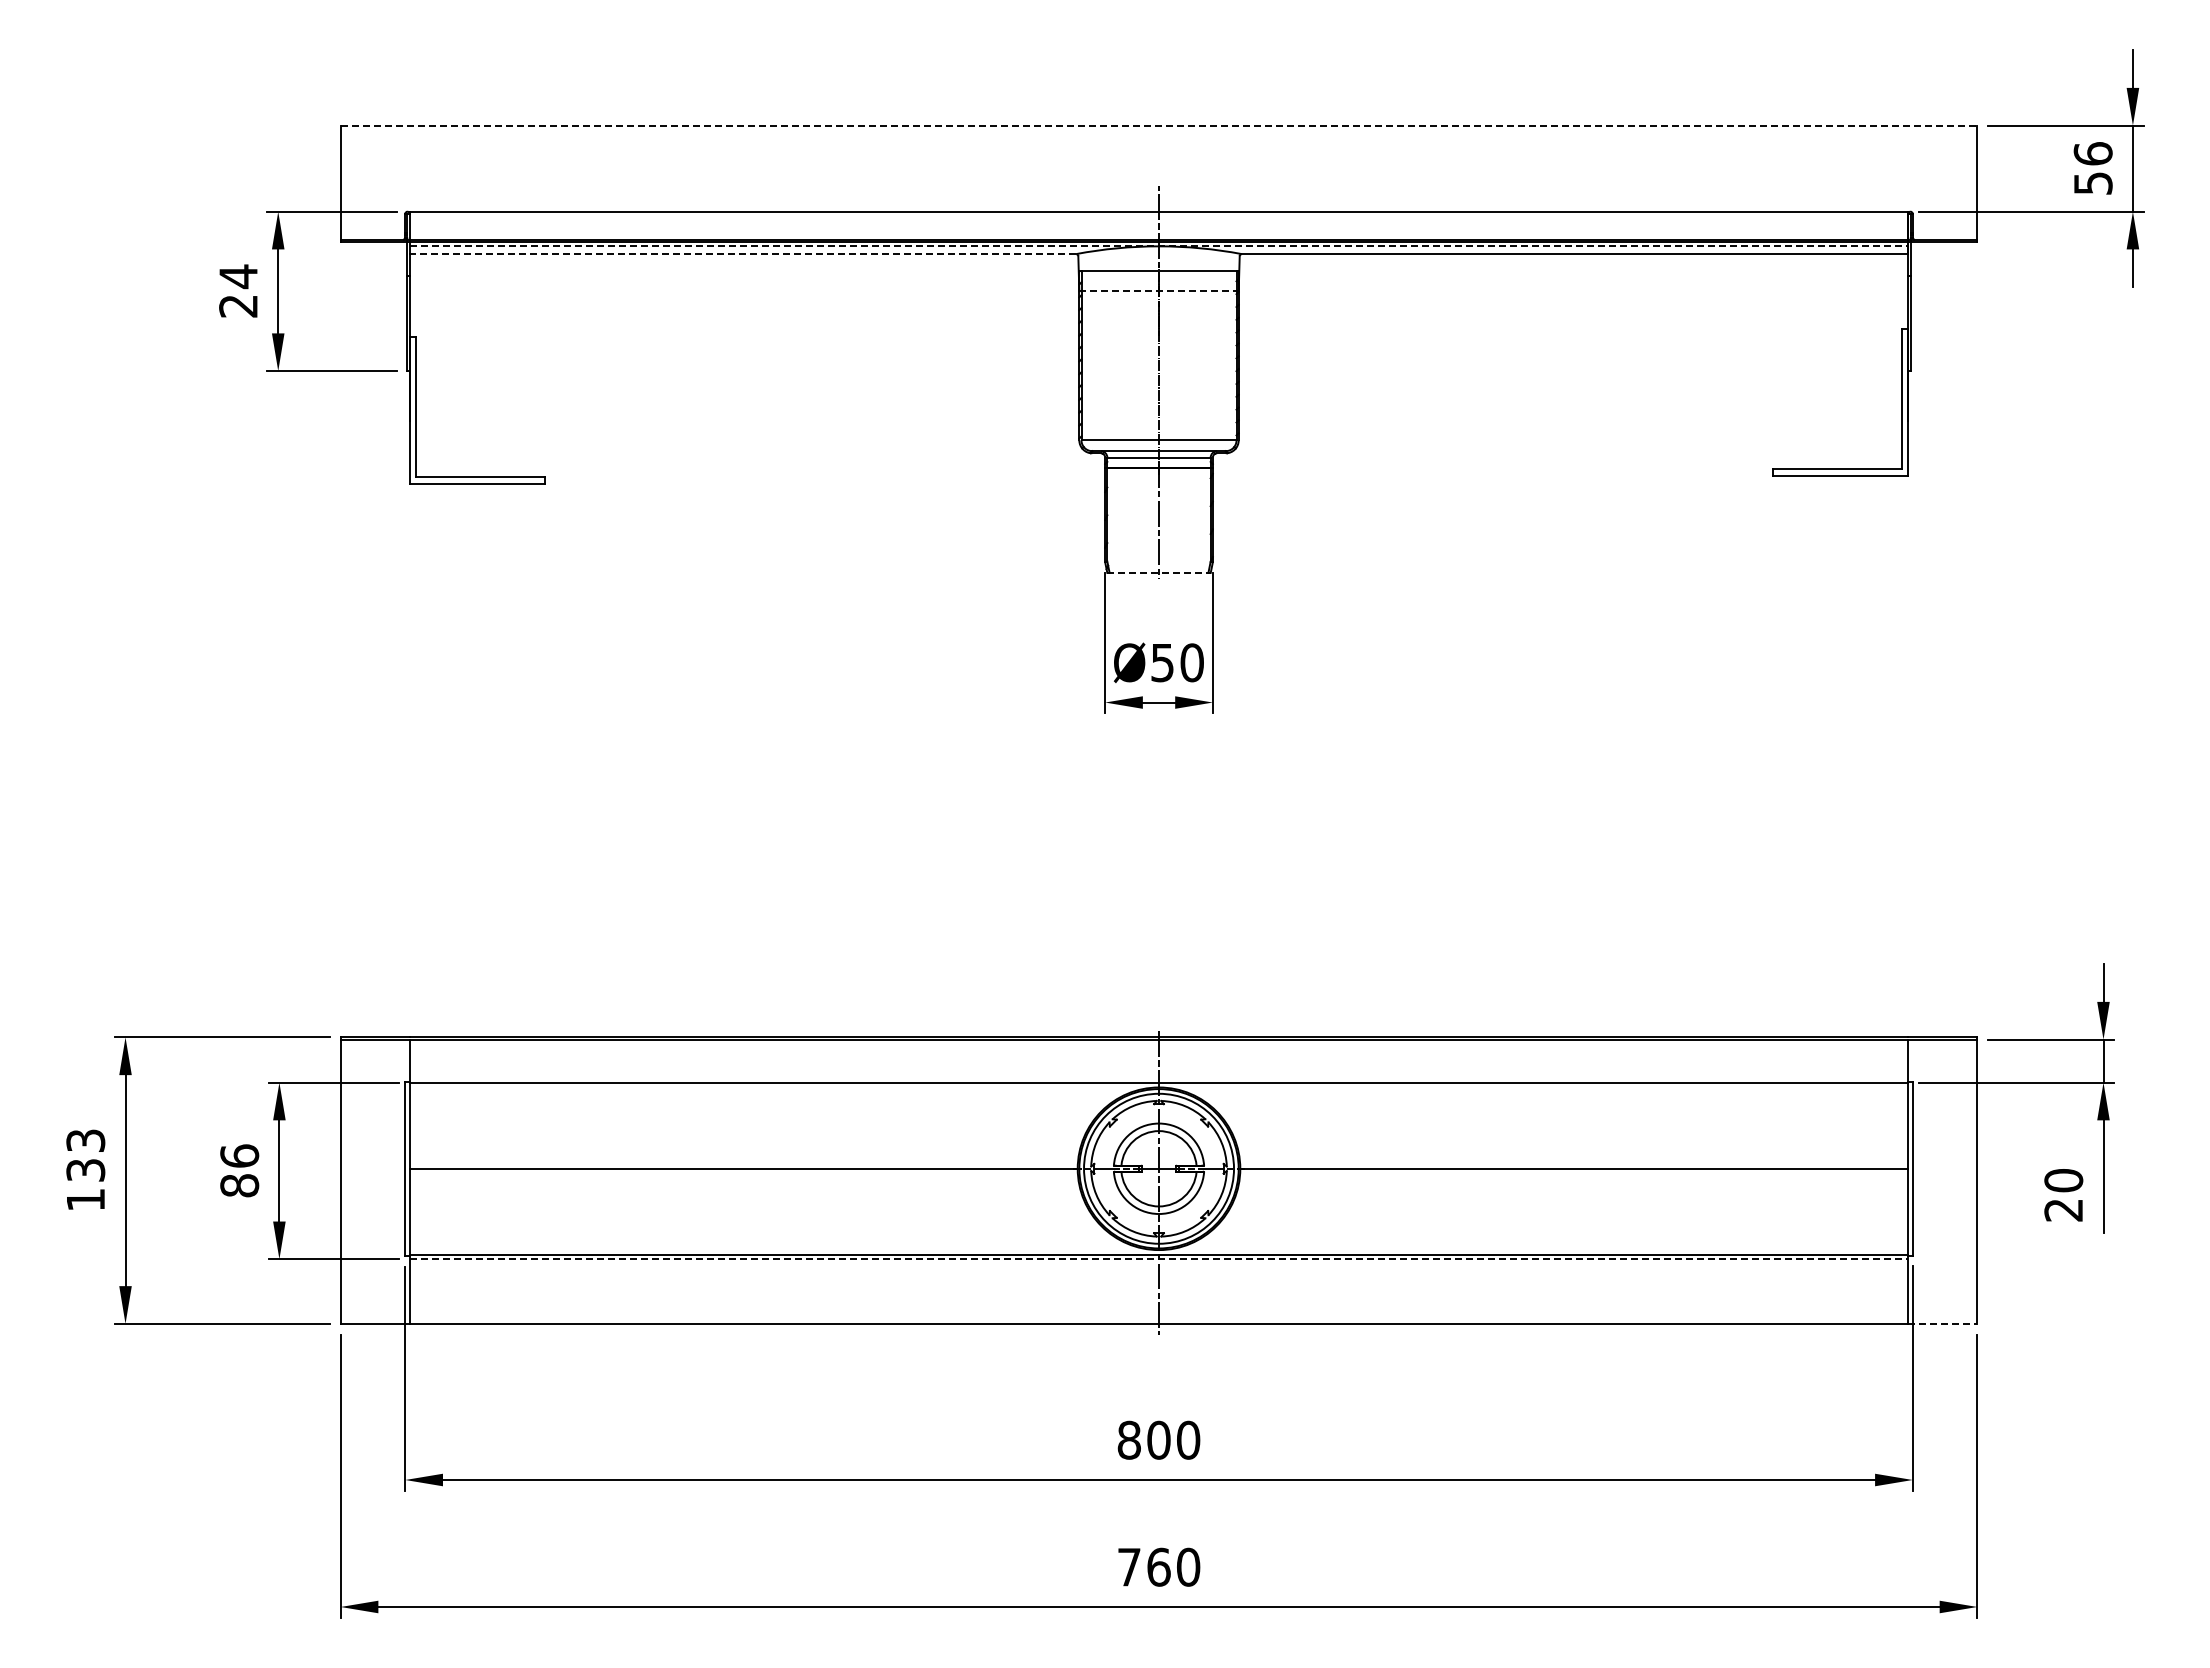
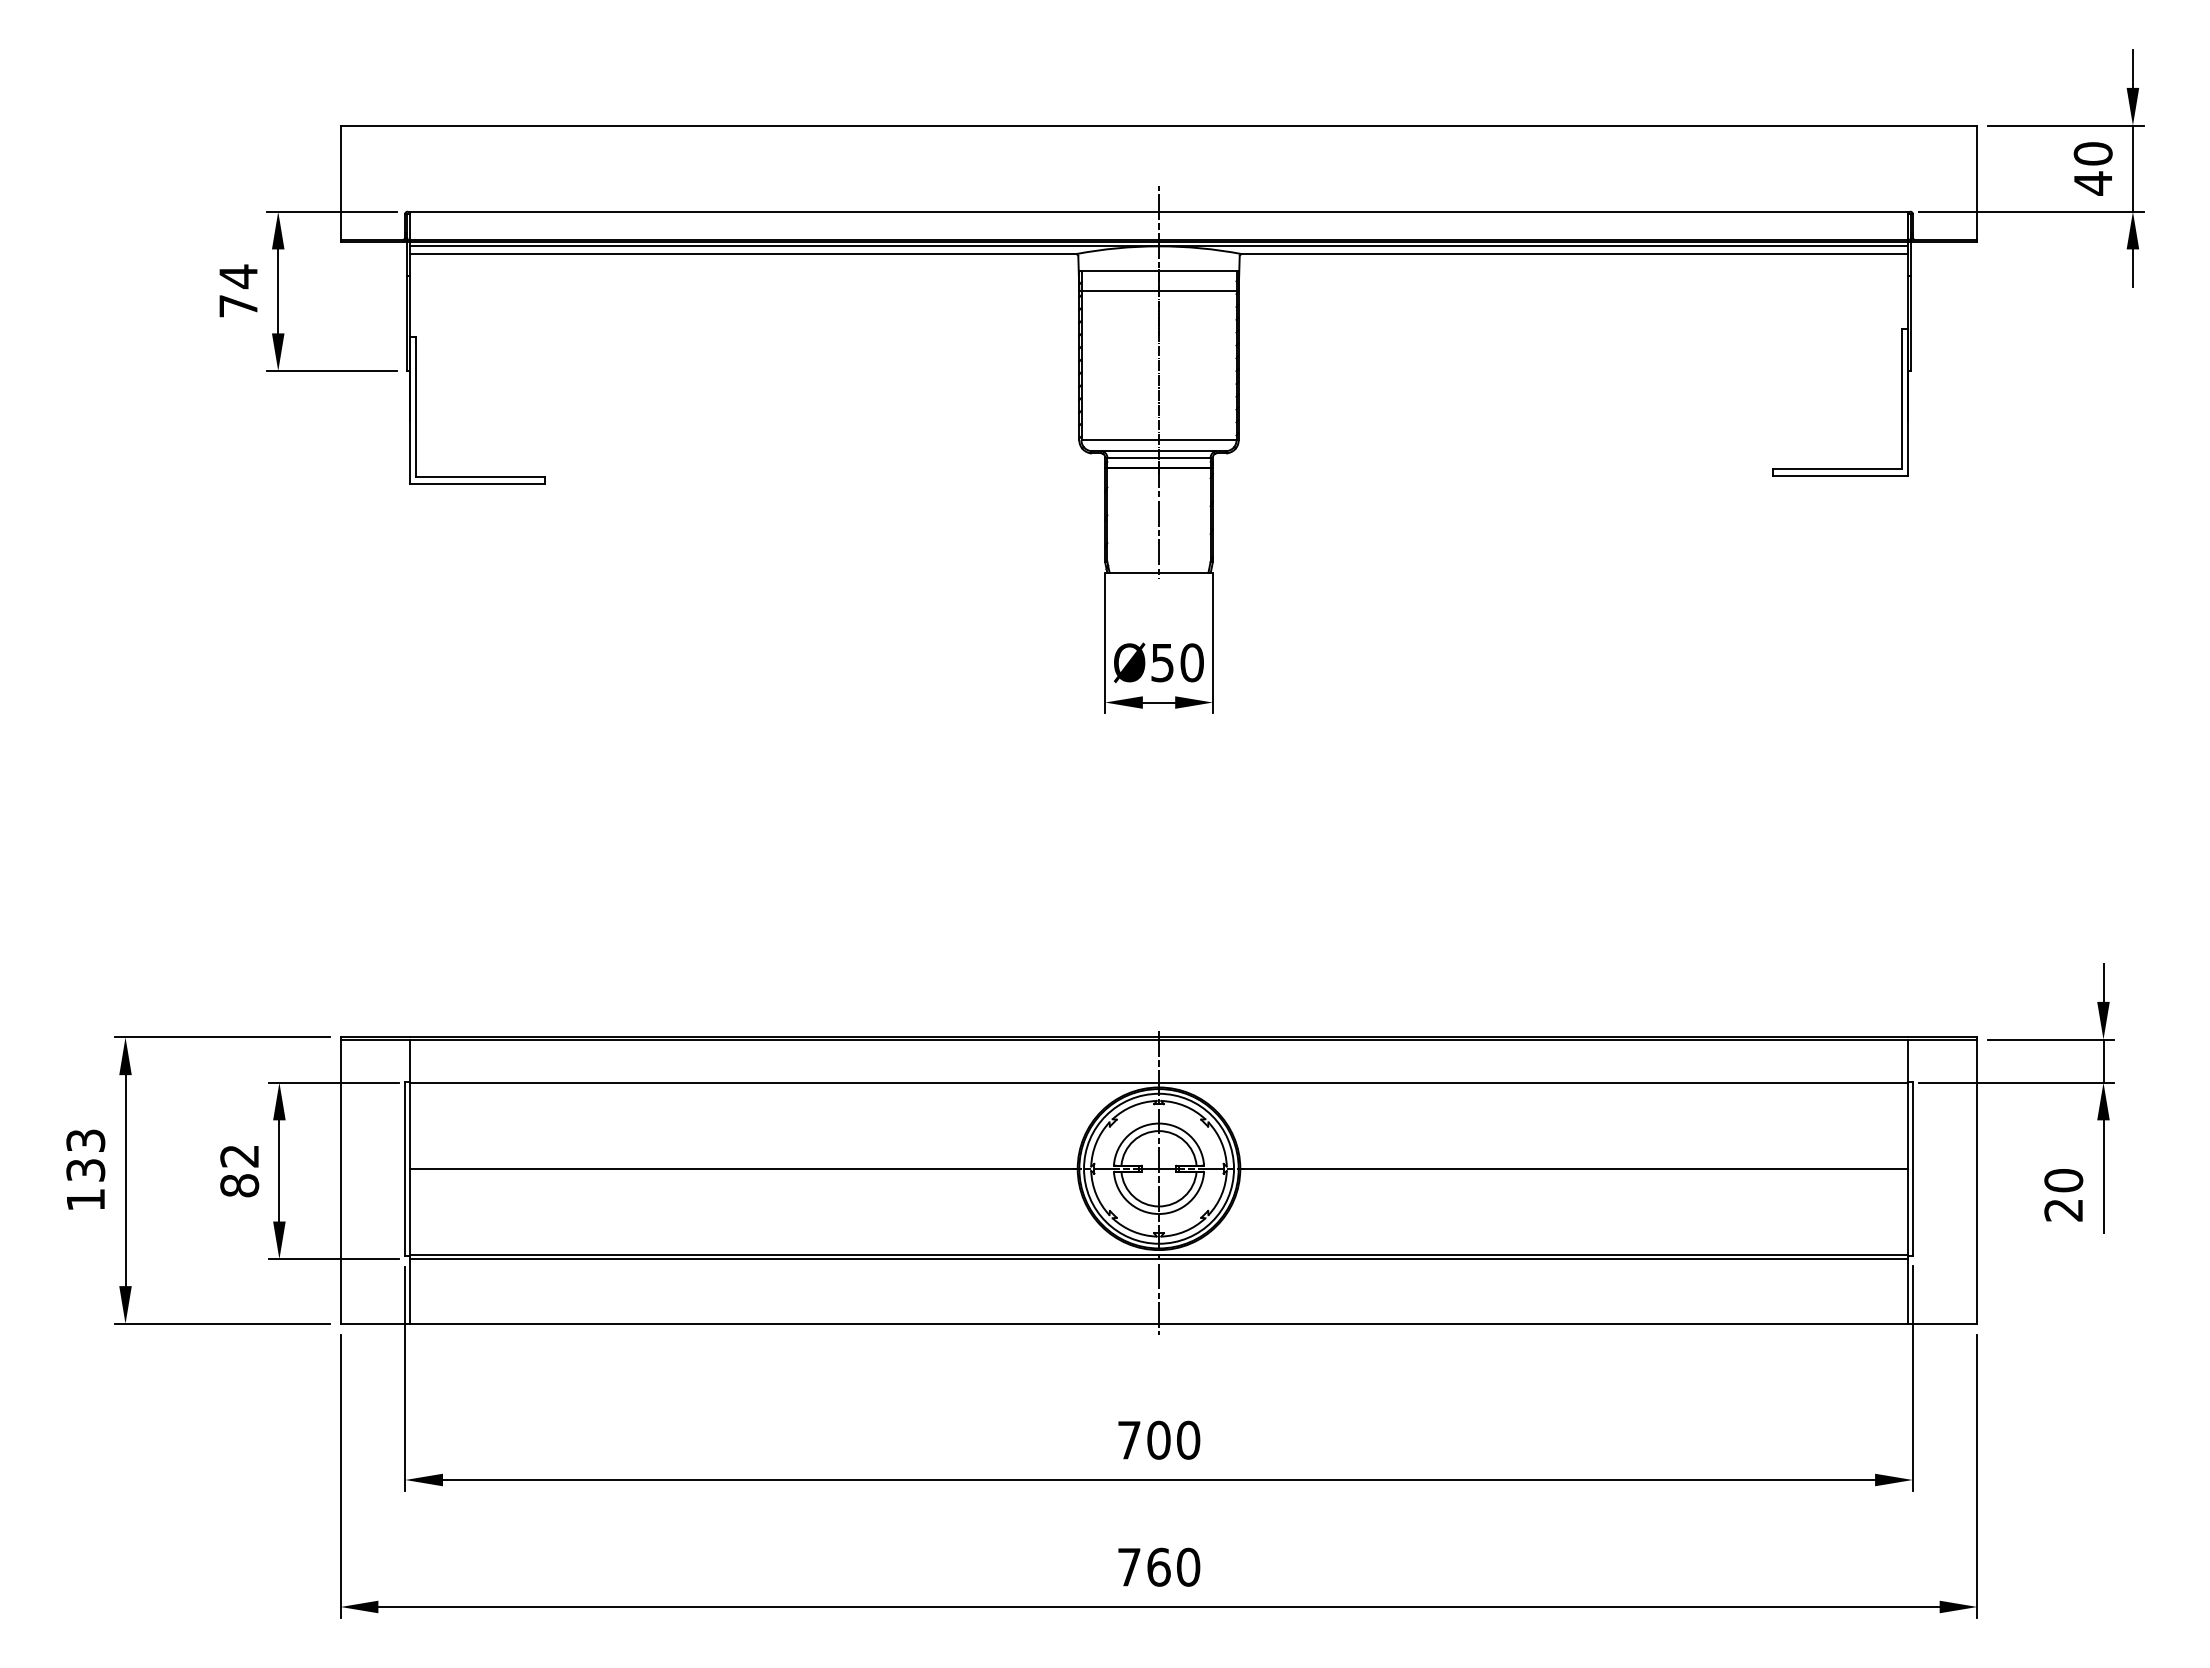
line at (1159, 125): dashed -> solid
text at (2092, 168): 56 -> 40
line at (1159, 246): dashed -> solid
line at (742, 254): dashed -> solid
line at (1159, 291): dashed -> solid
text at (238, 306): 24 -> 74
line at (1159, 572): dashed -> solid
text at (239, 1155): 86 -> 82
line at (1159, 1259): dashed -> solid
line at (1943, 1323): dashed -> solid
text at (1128, 1439): 800 -> 700
